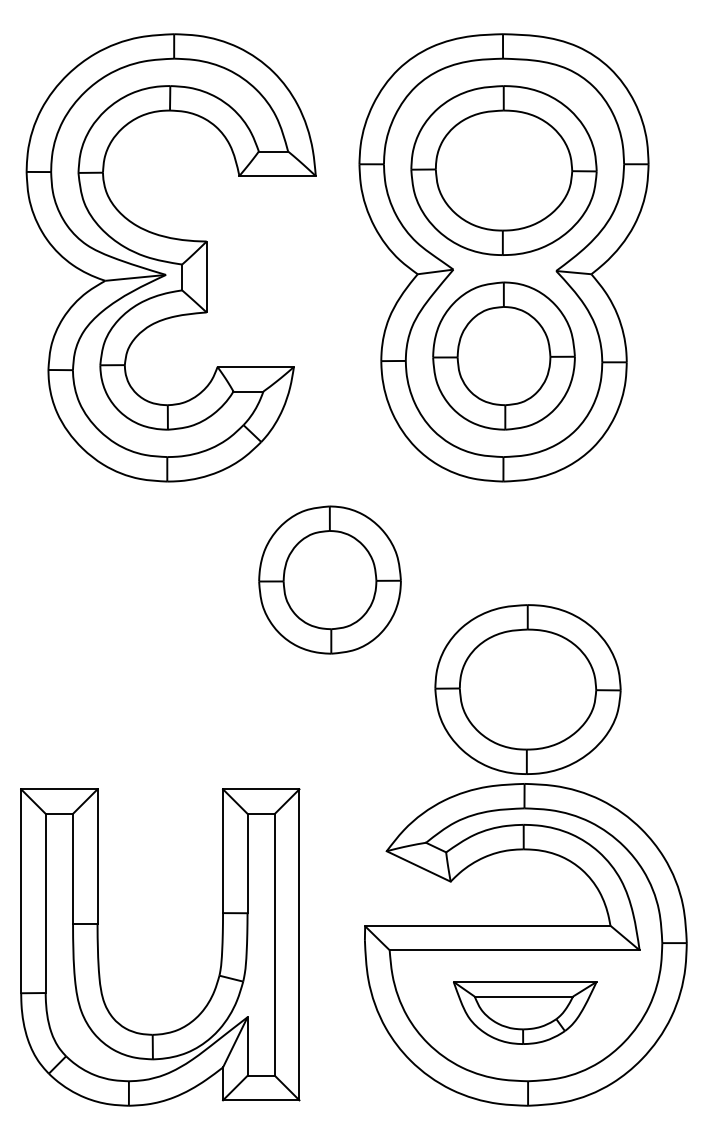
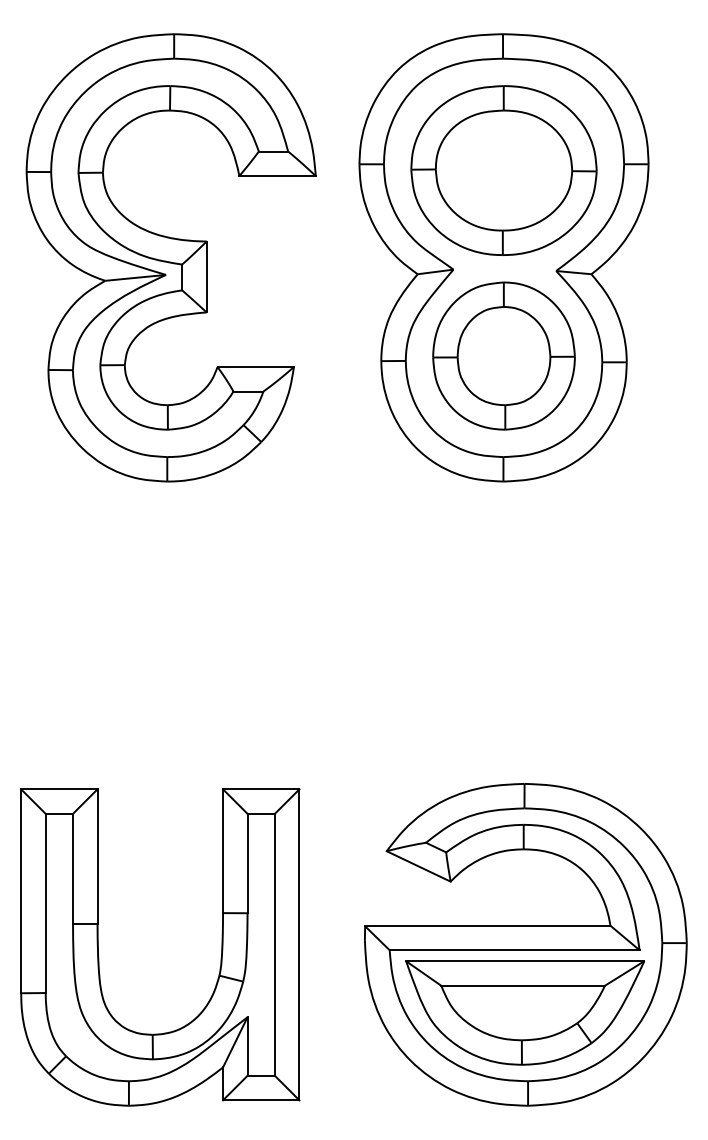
part at (329, 579): present -> none
part at (527, 689): present -> none
part at (525, 1012) size: 145x64 px -> 240x106 px
